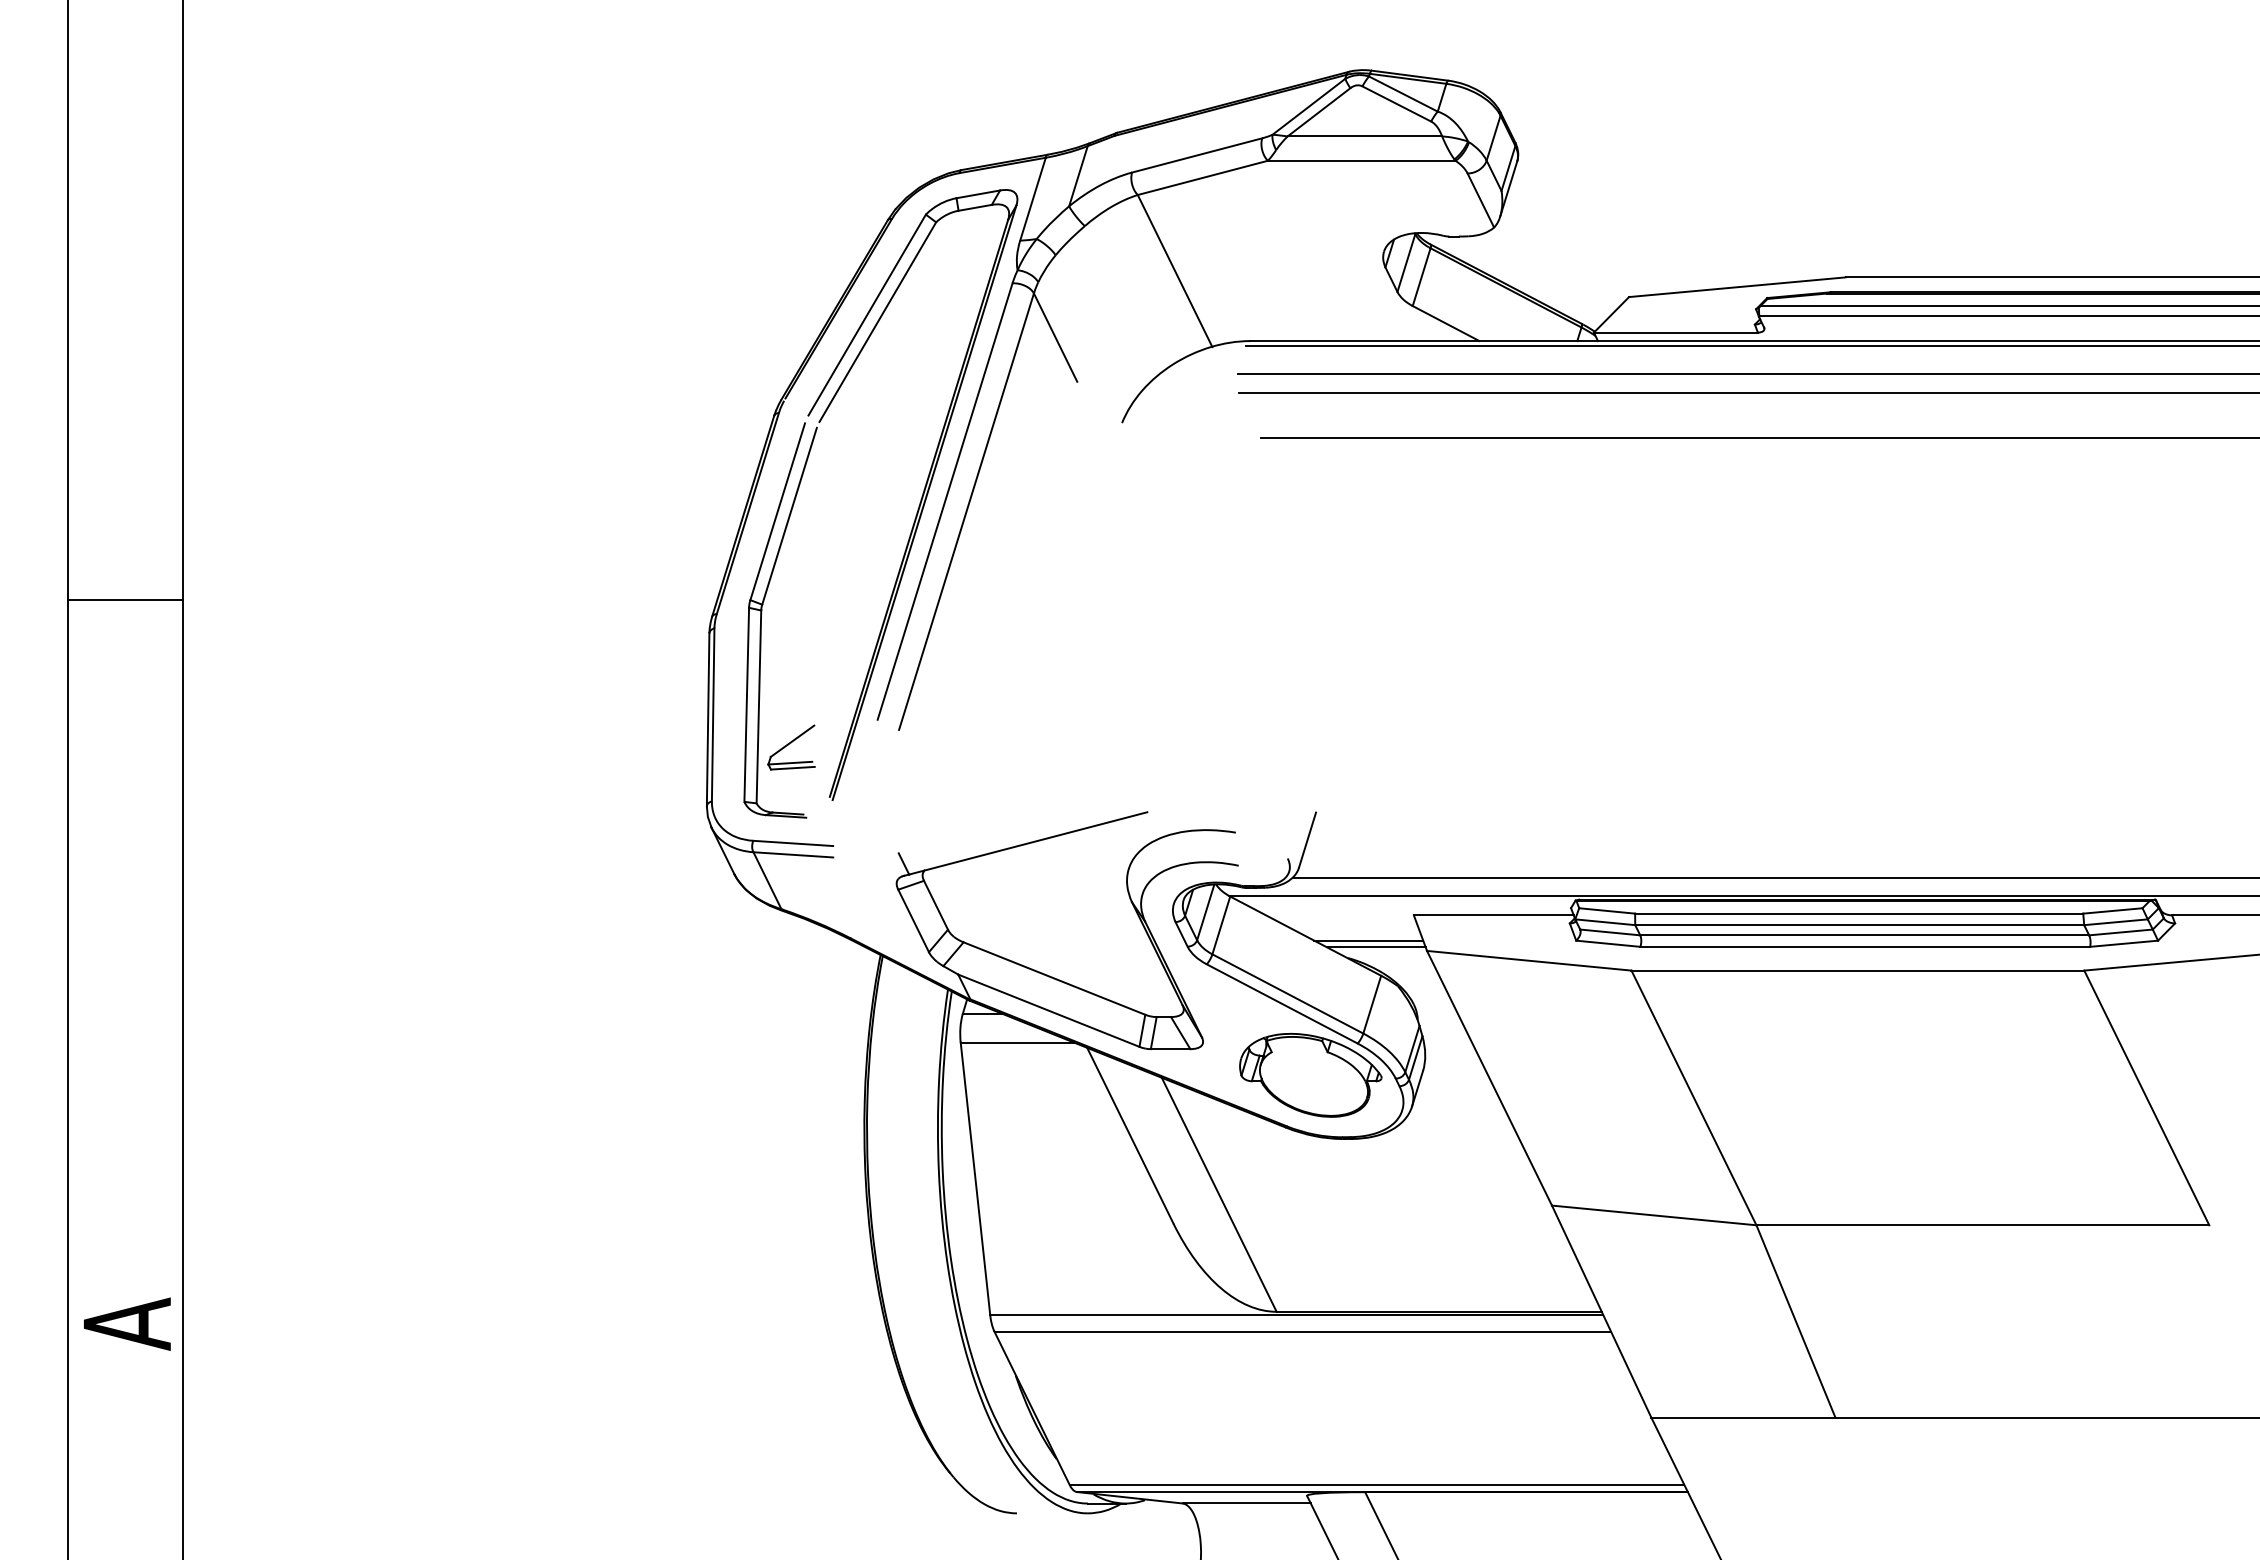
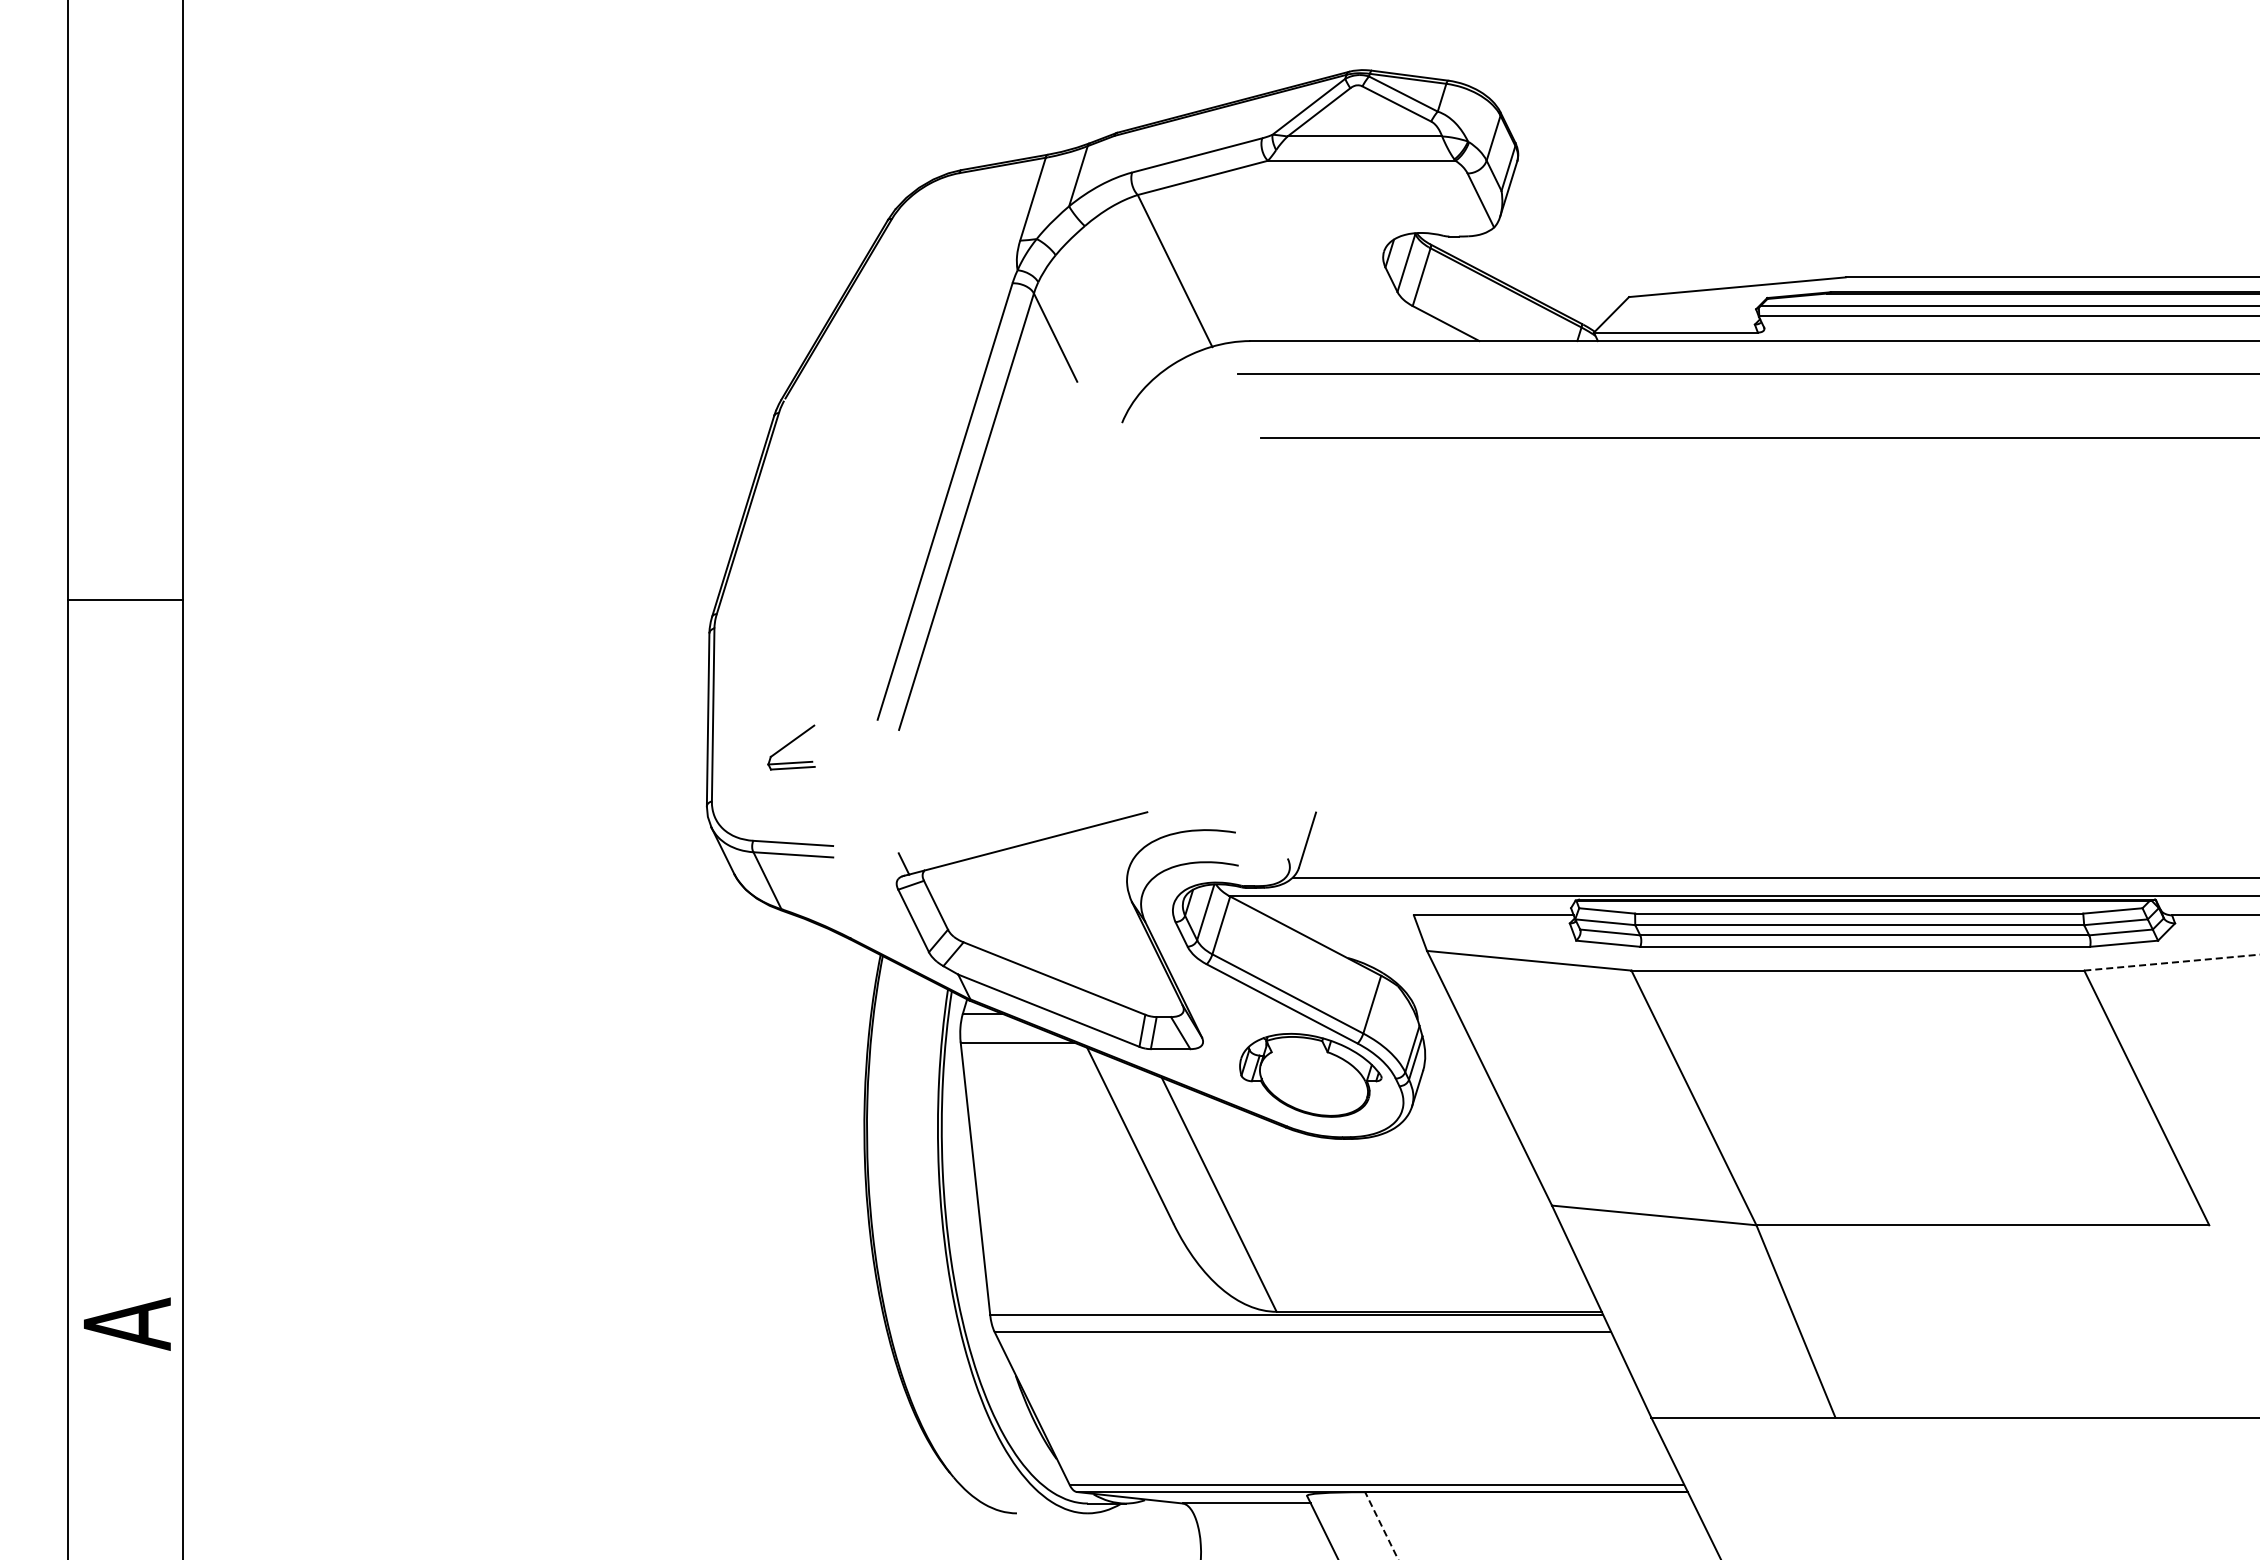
line at (1751, 346): present -> none
line at (1747, 392): present -> none
part at (915, 515): present -> none
line at (1368, 940): present -> none
line at (1375, 947): present -> none
line at (2171, 962): solid -> dashed
line at (1381, 1525): solid -> dashed
